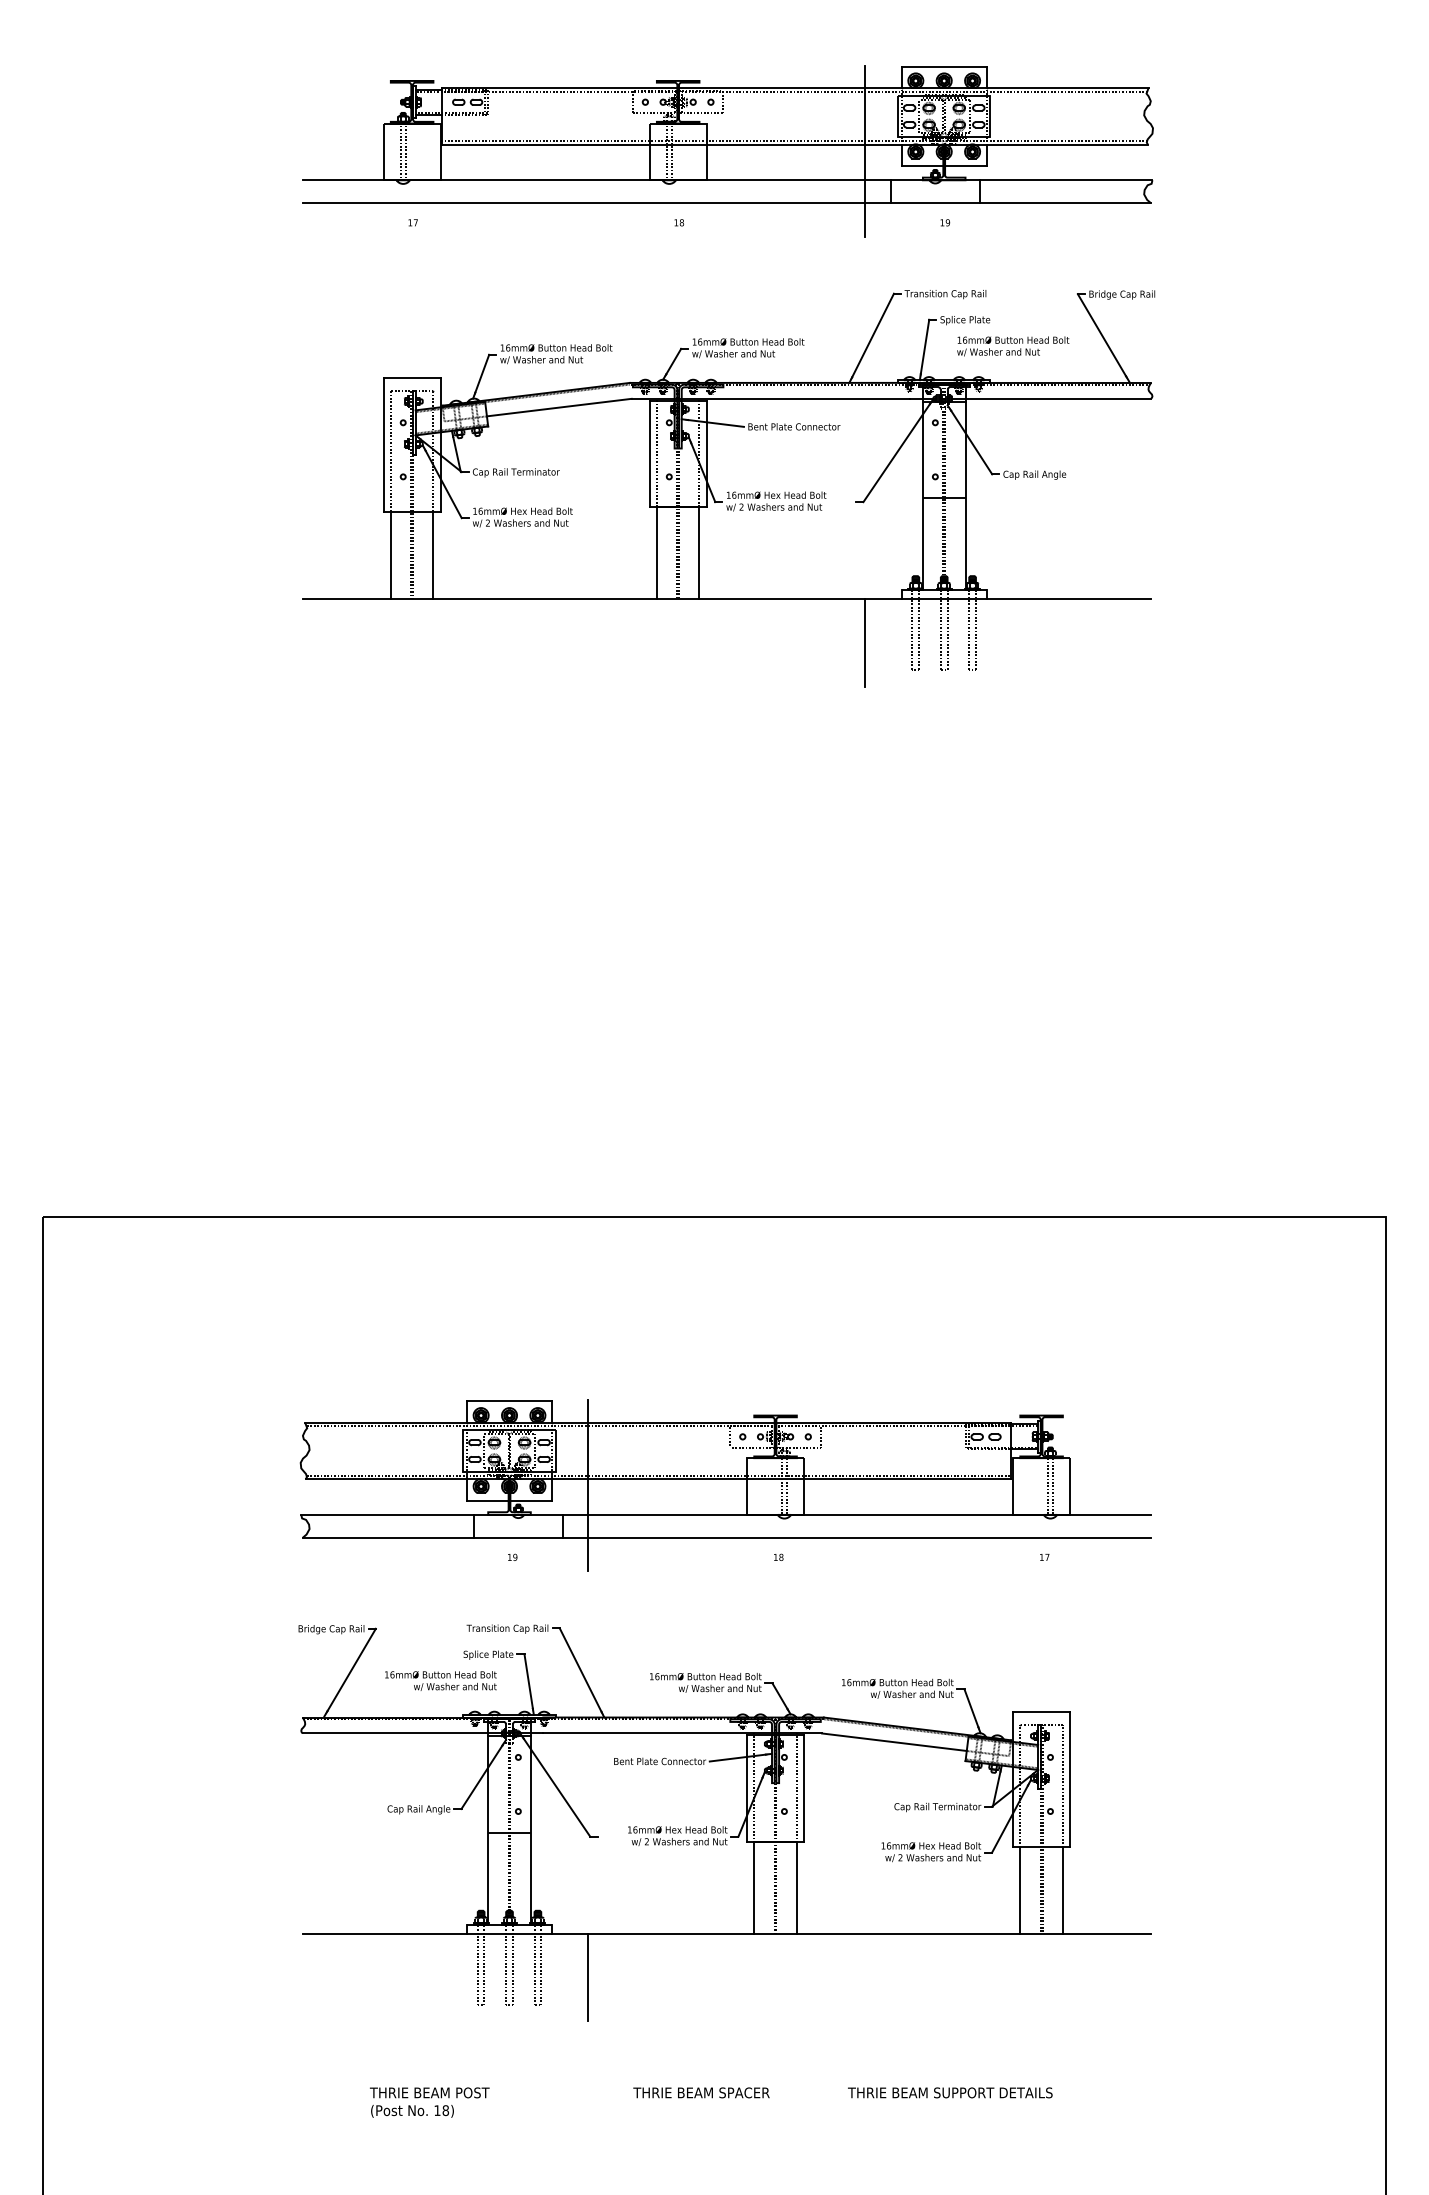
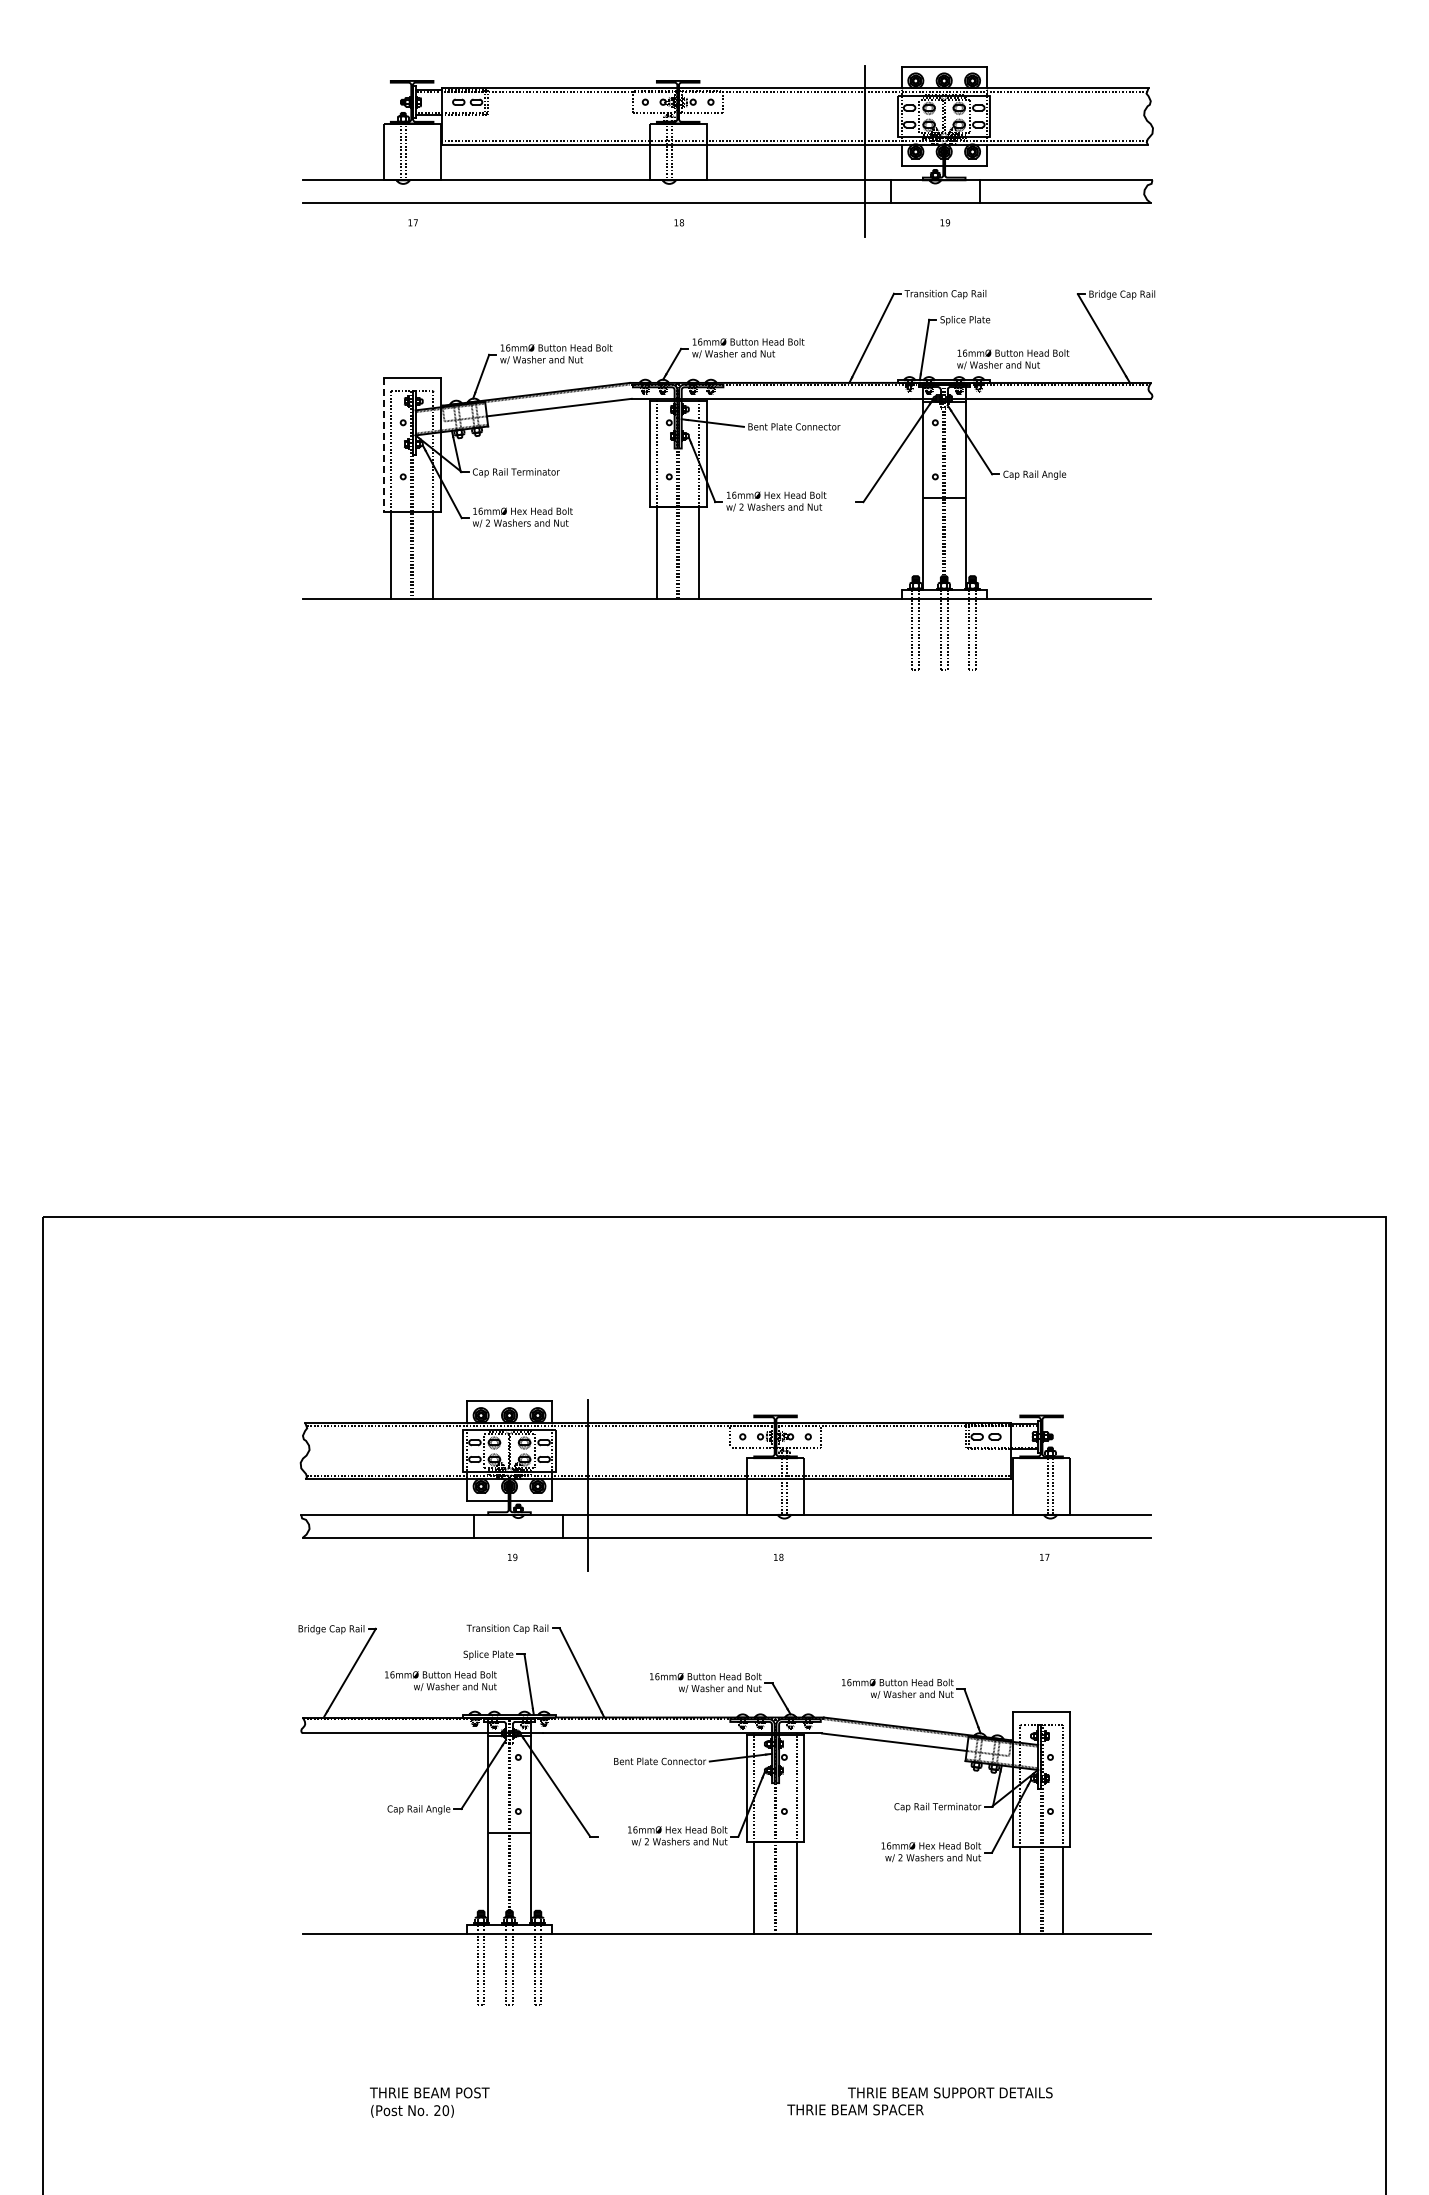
text at (1013, 346) position: (1013, 346) -> (1013, 359)
line at (383, 445): solid -> dashed
line at (865, 642): present -> none
line at (588, 1977): present -> none
text at (701, 2092) position: (701, 2092) -> (855, 2109)
text at (441, 2110): 18) -> 20)
